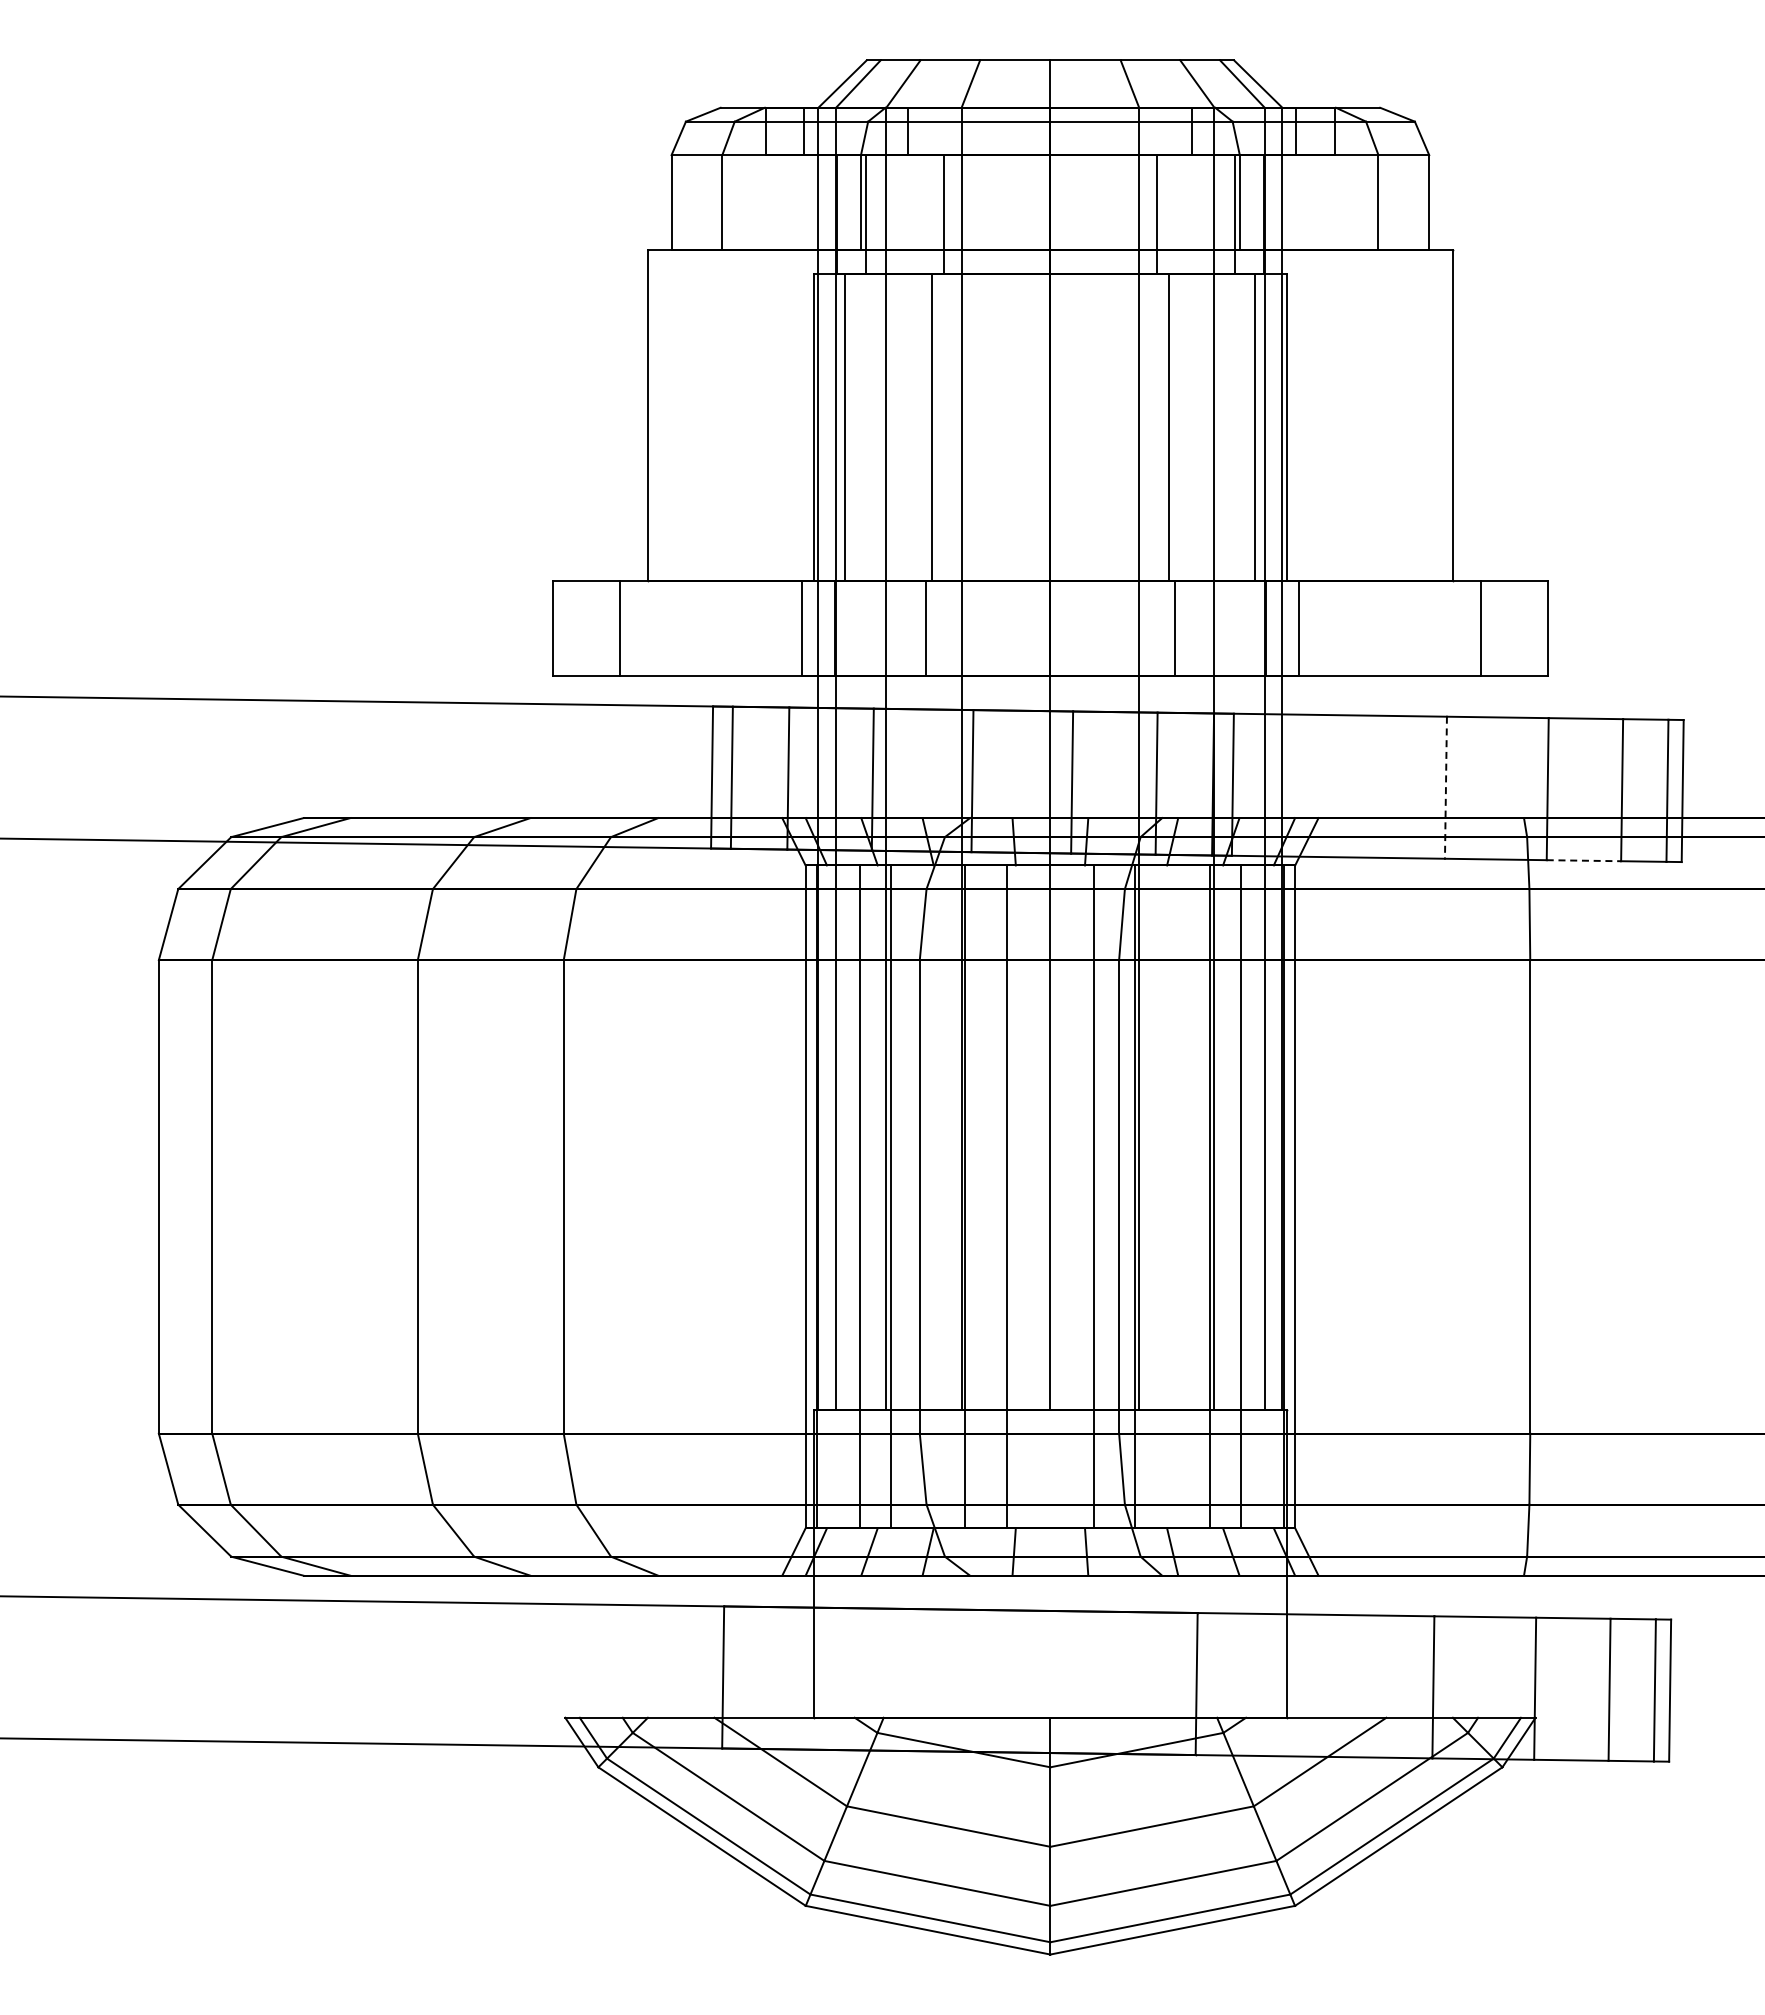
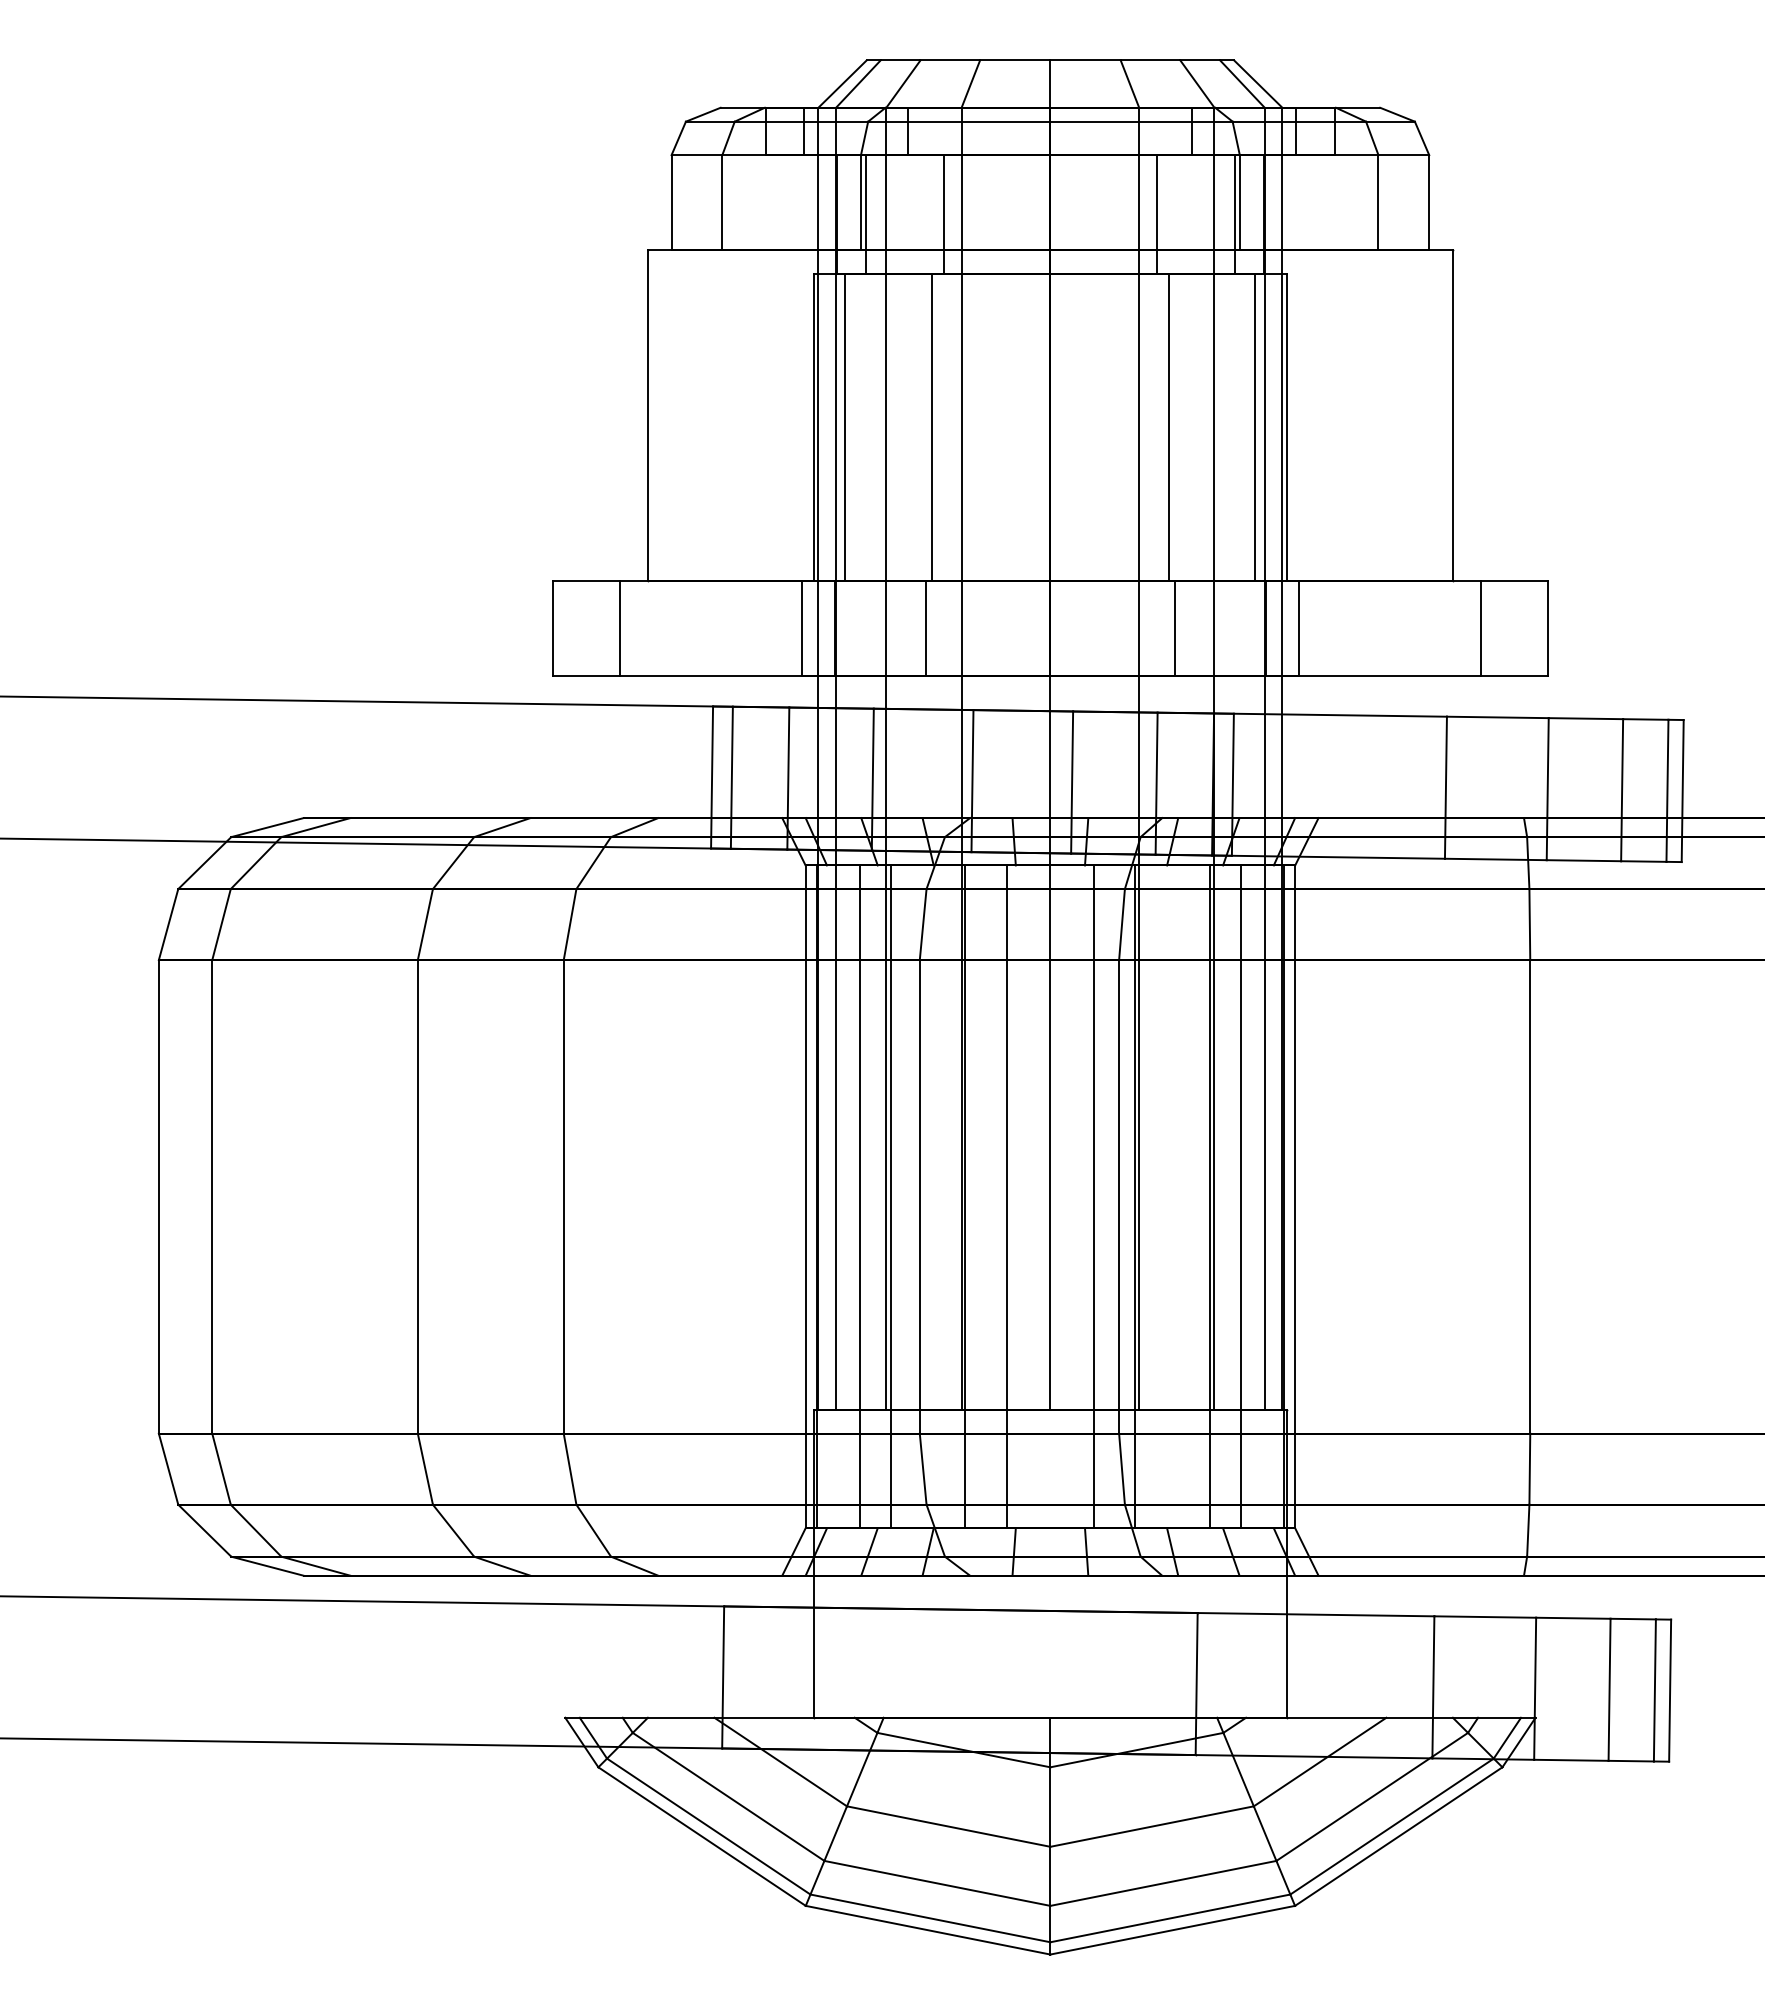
line at (1445, 788): dashed -> solid
line at (1584, 860): dashed -> solid
